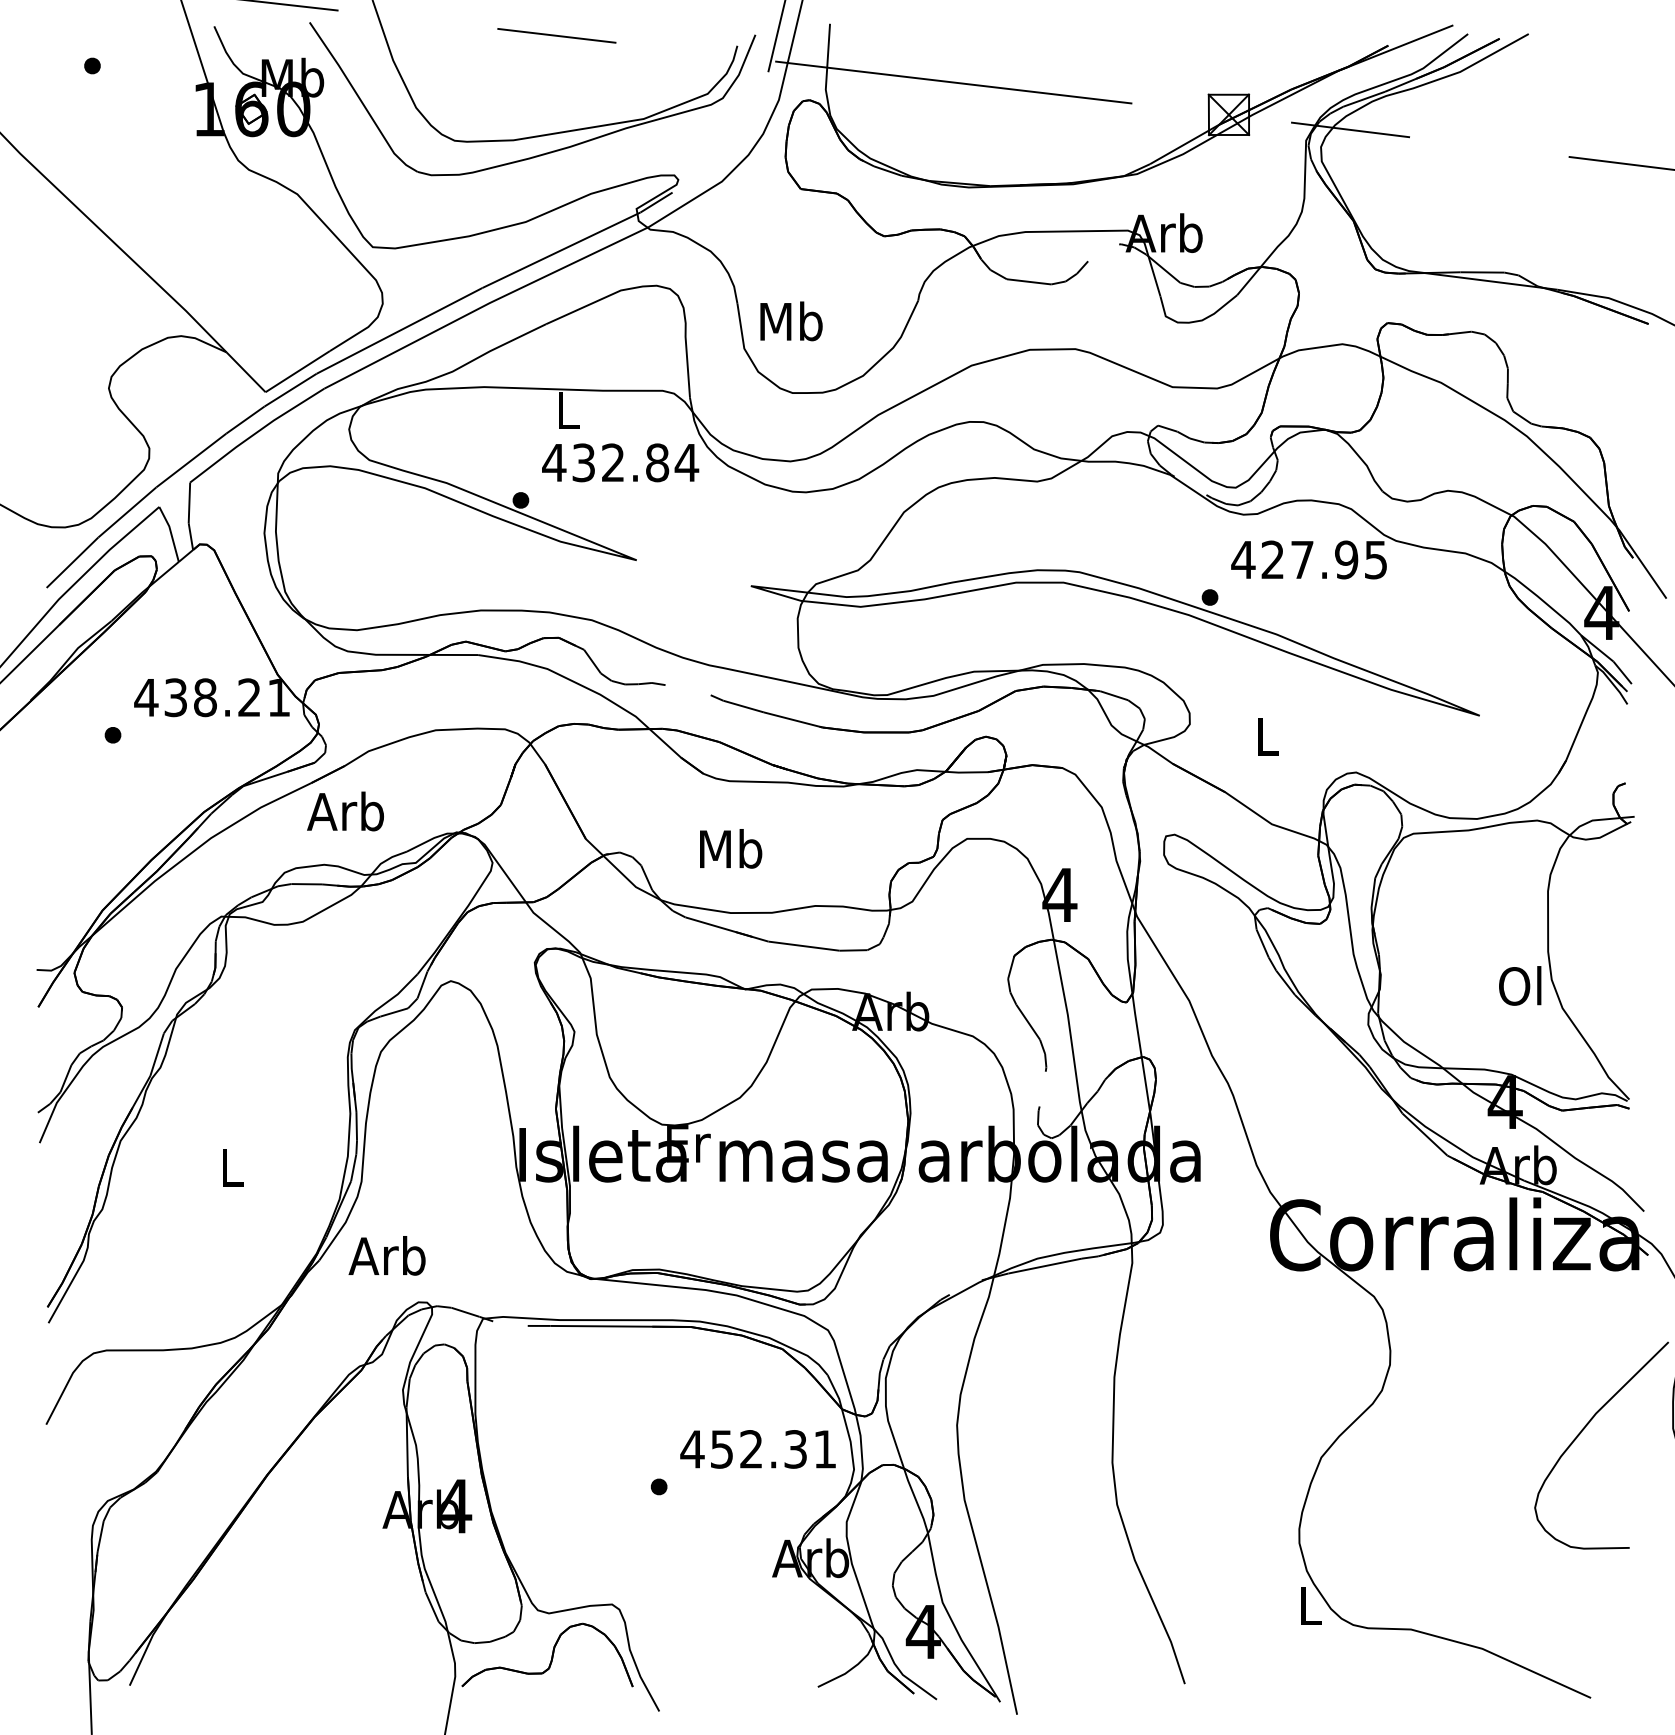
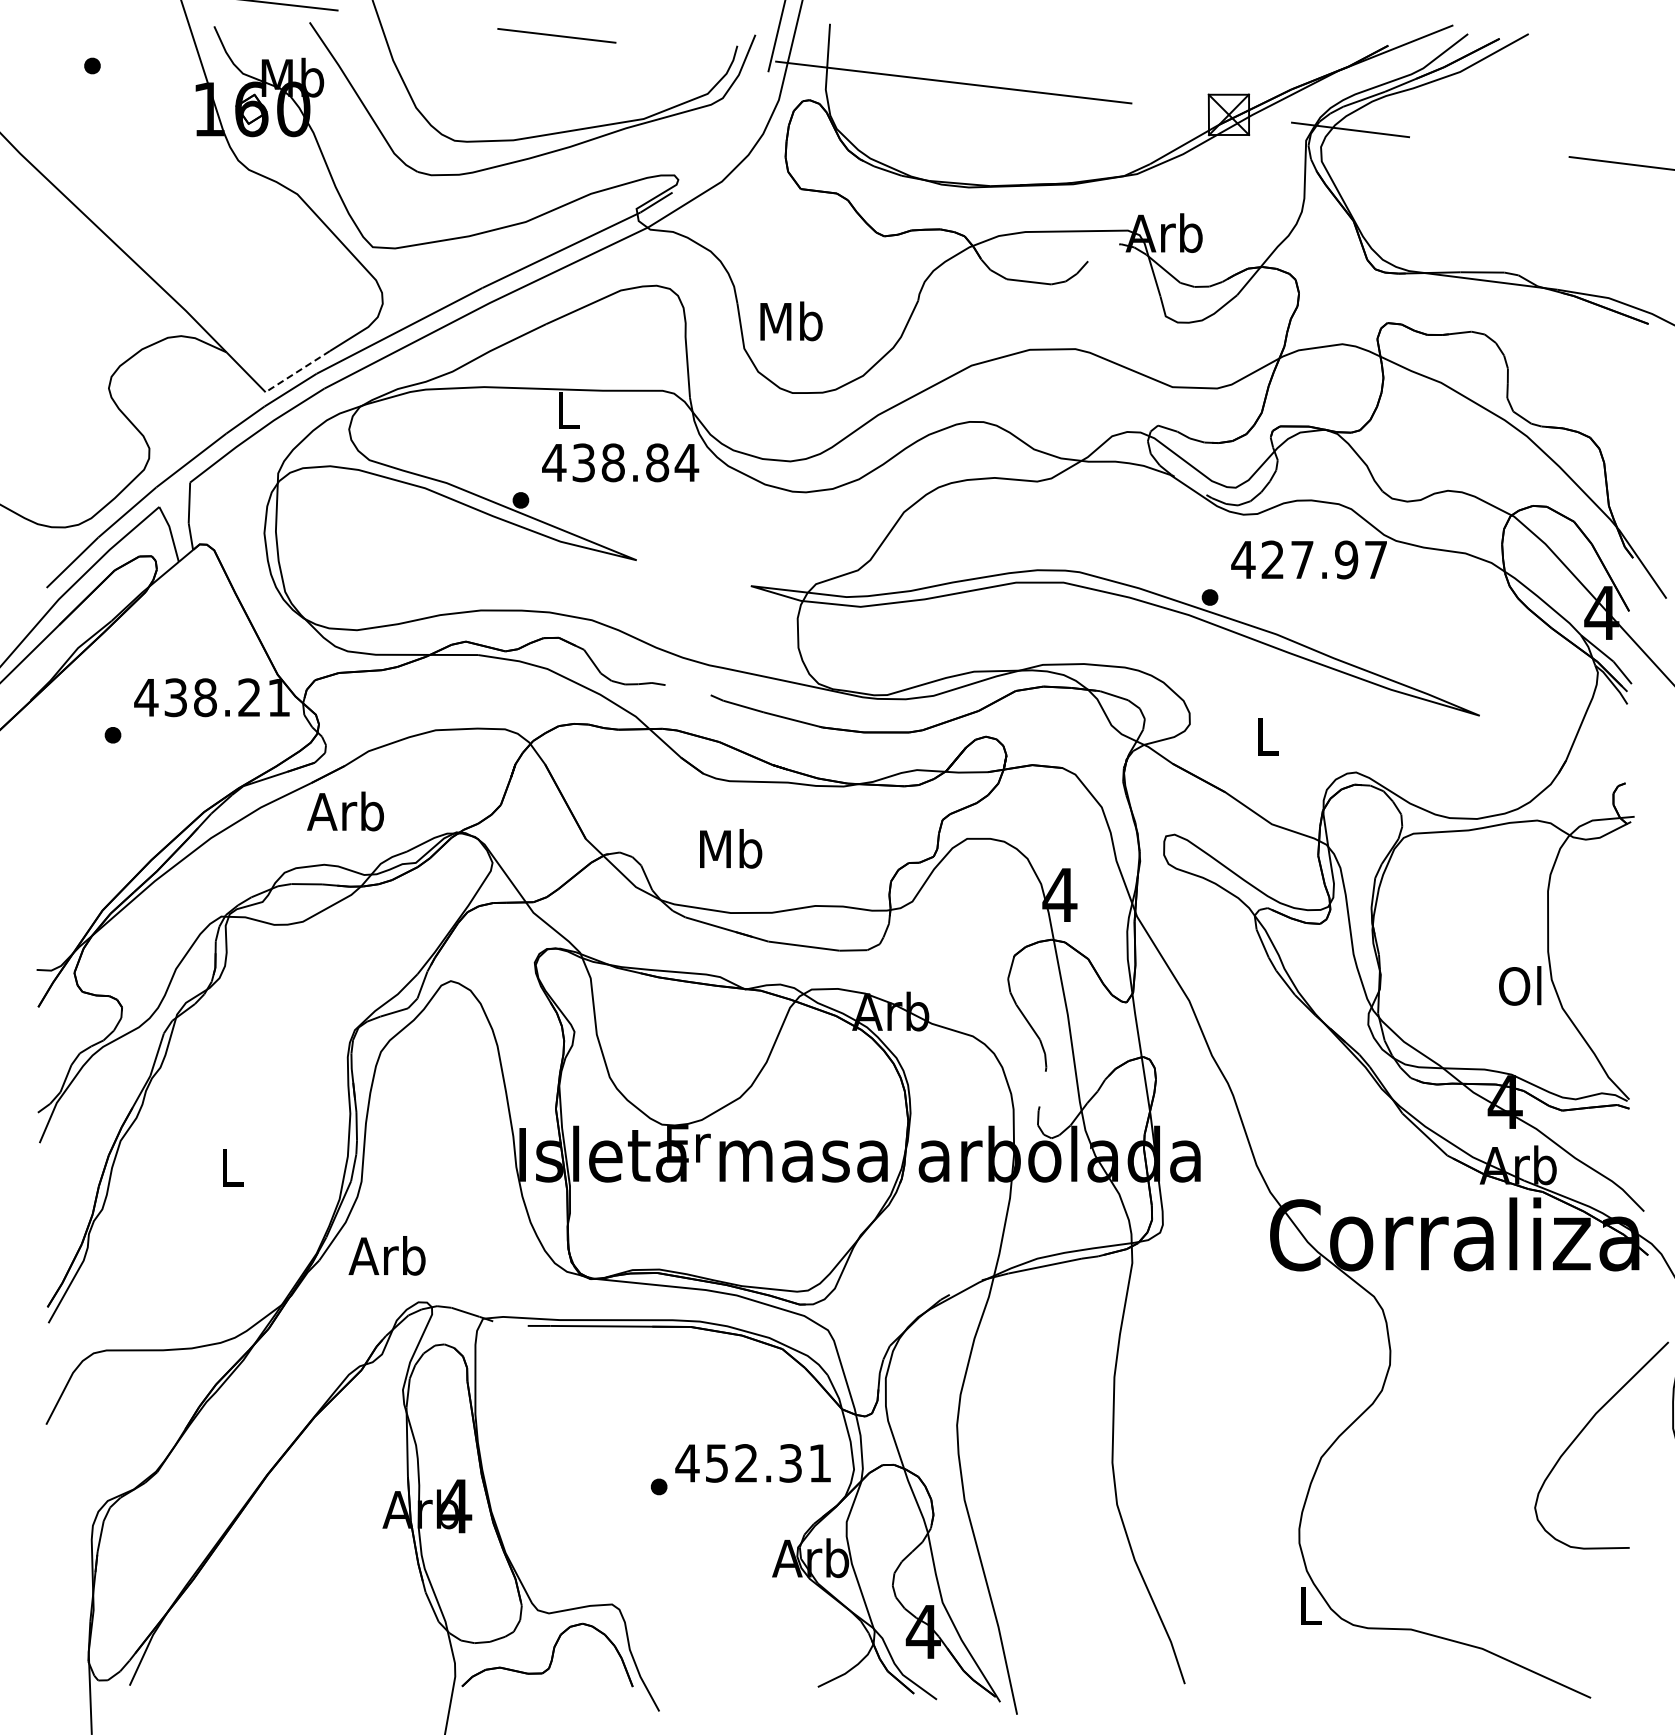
line at (297, 371): solid -> dashed
text at (612, 462): 432.84 -> 438.84
text at (1375, 560): 427.95 -> 427.97
text at (757, 1449) position: (757, 1449) -> (752, 1463)
